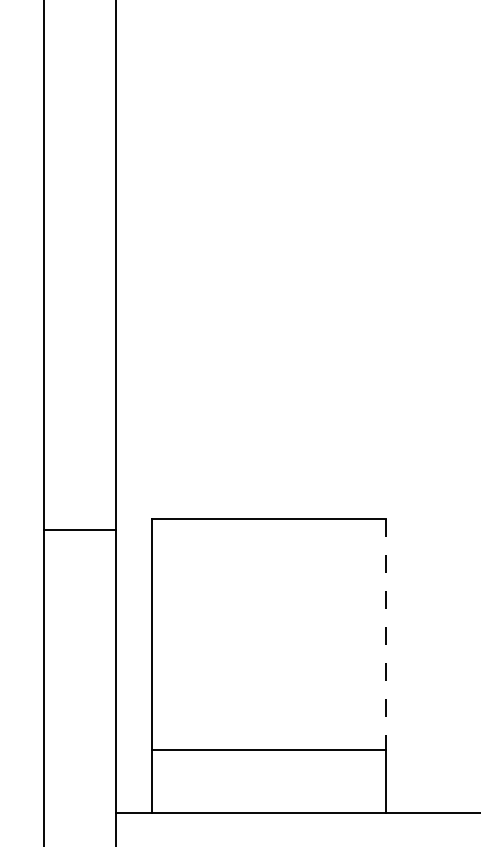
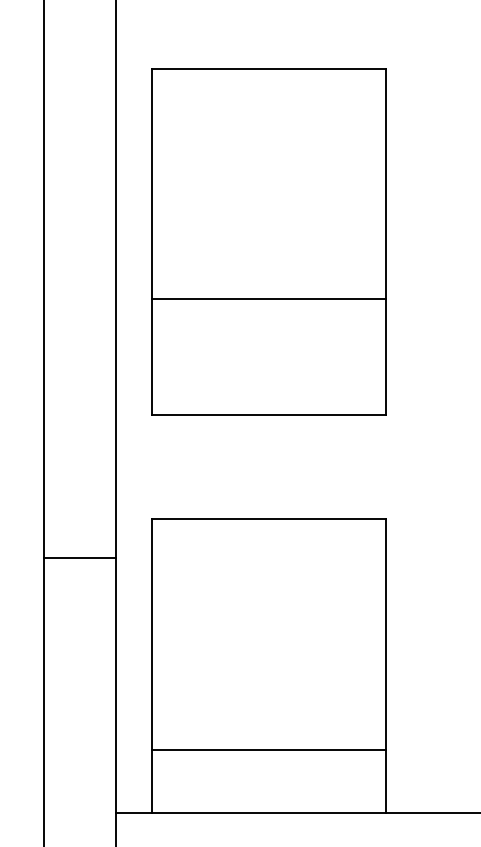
part at (268, 241): none -> present
line at (80, 530) position: (80, 530) -> (80, 558)
line at (386, 635): dashed -> solid
